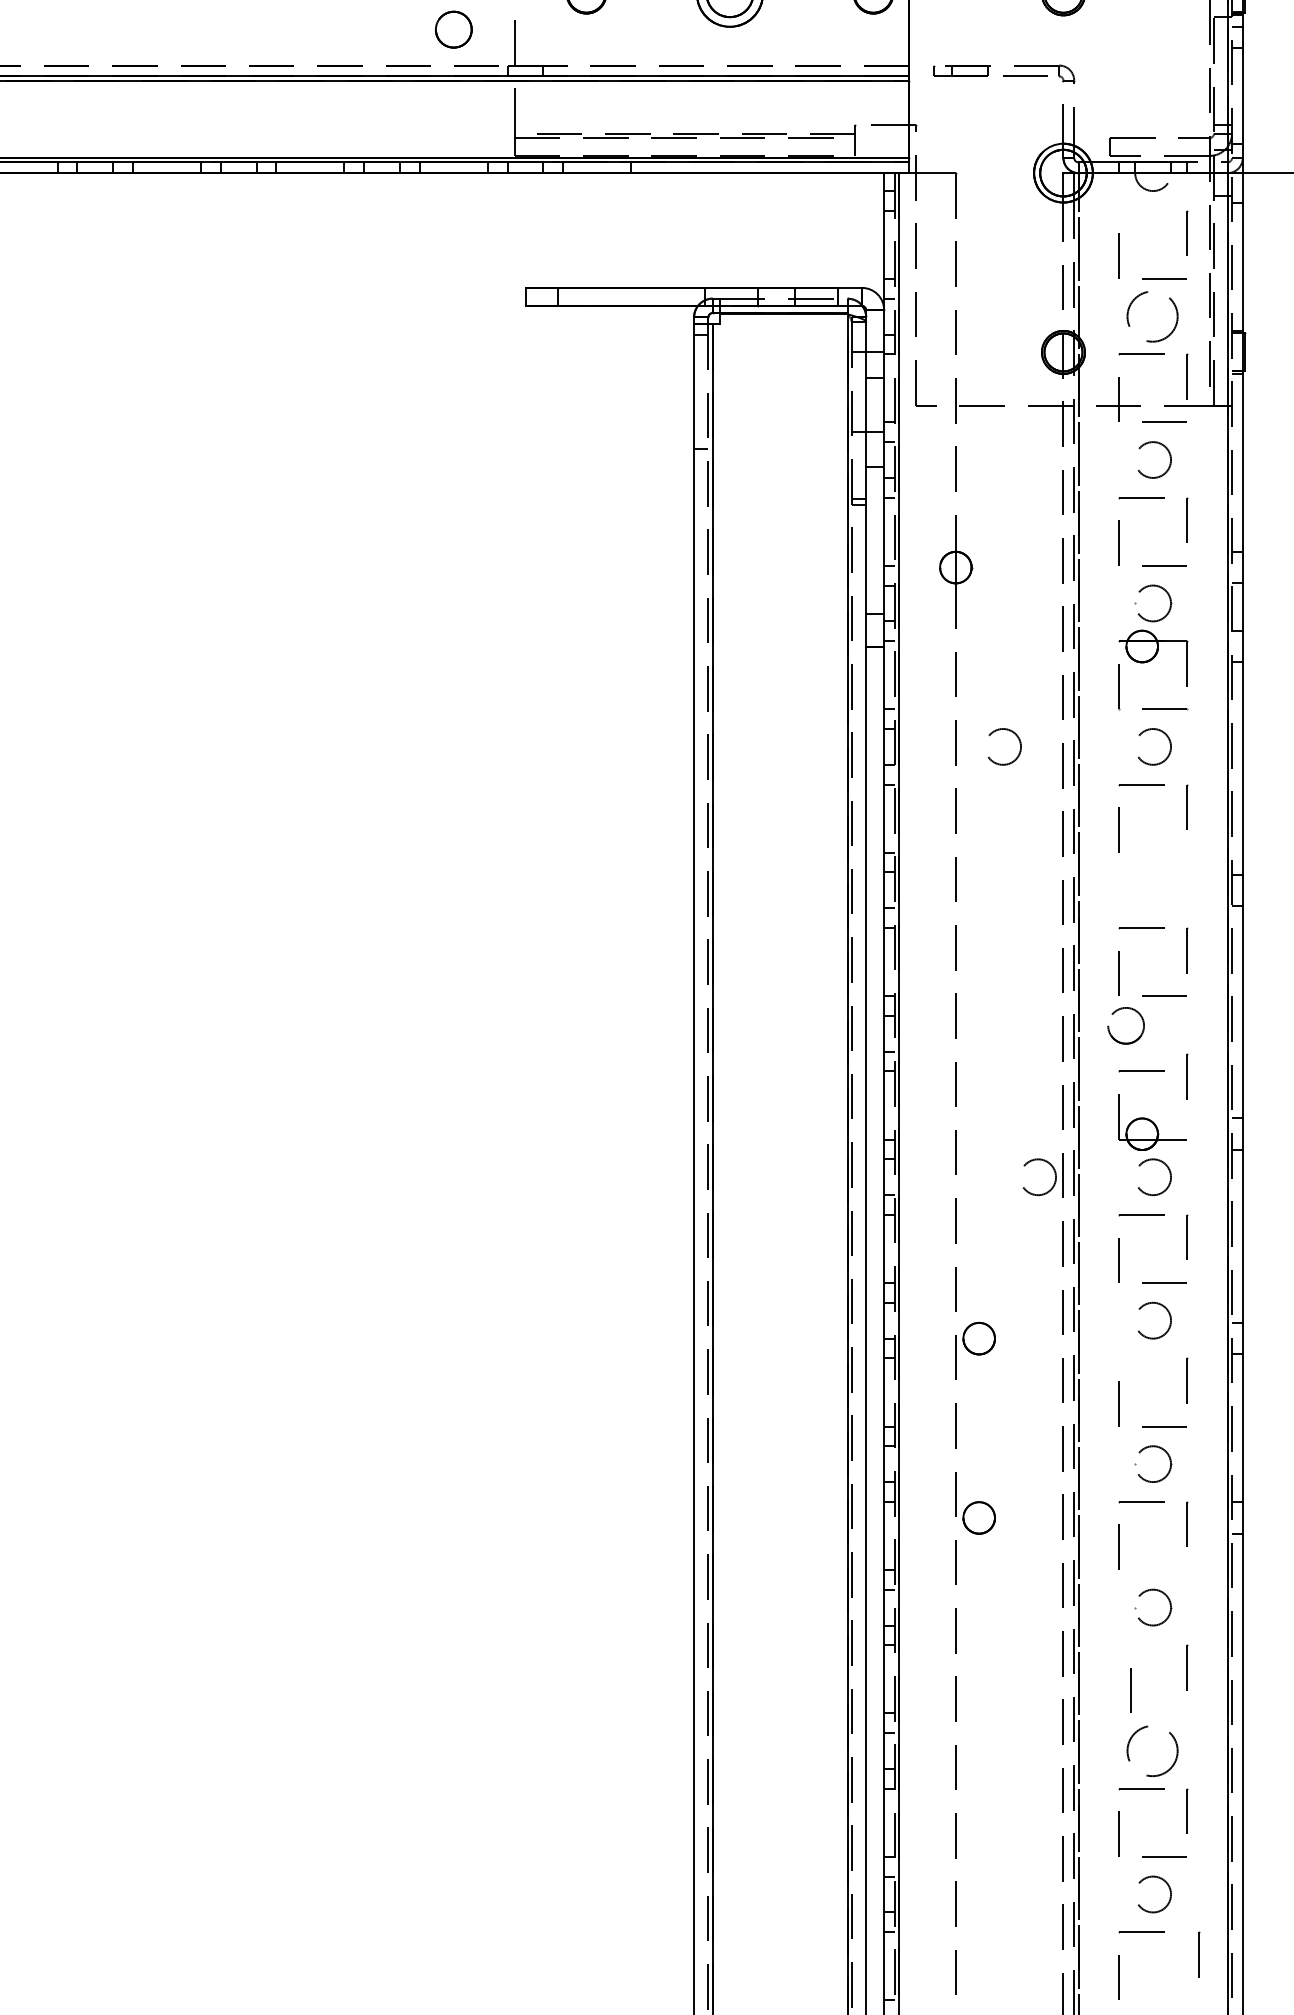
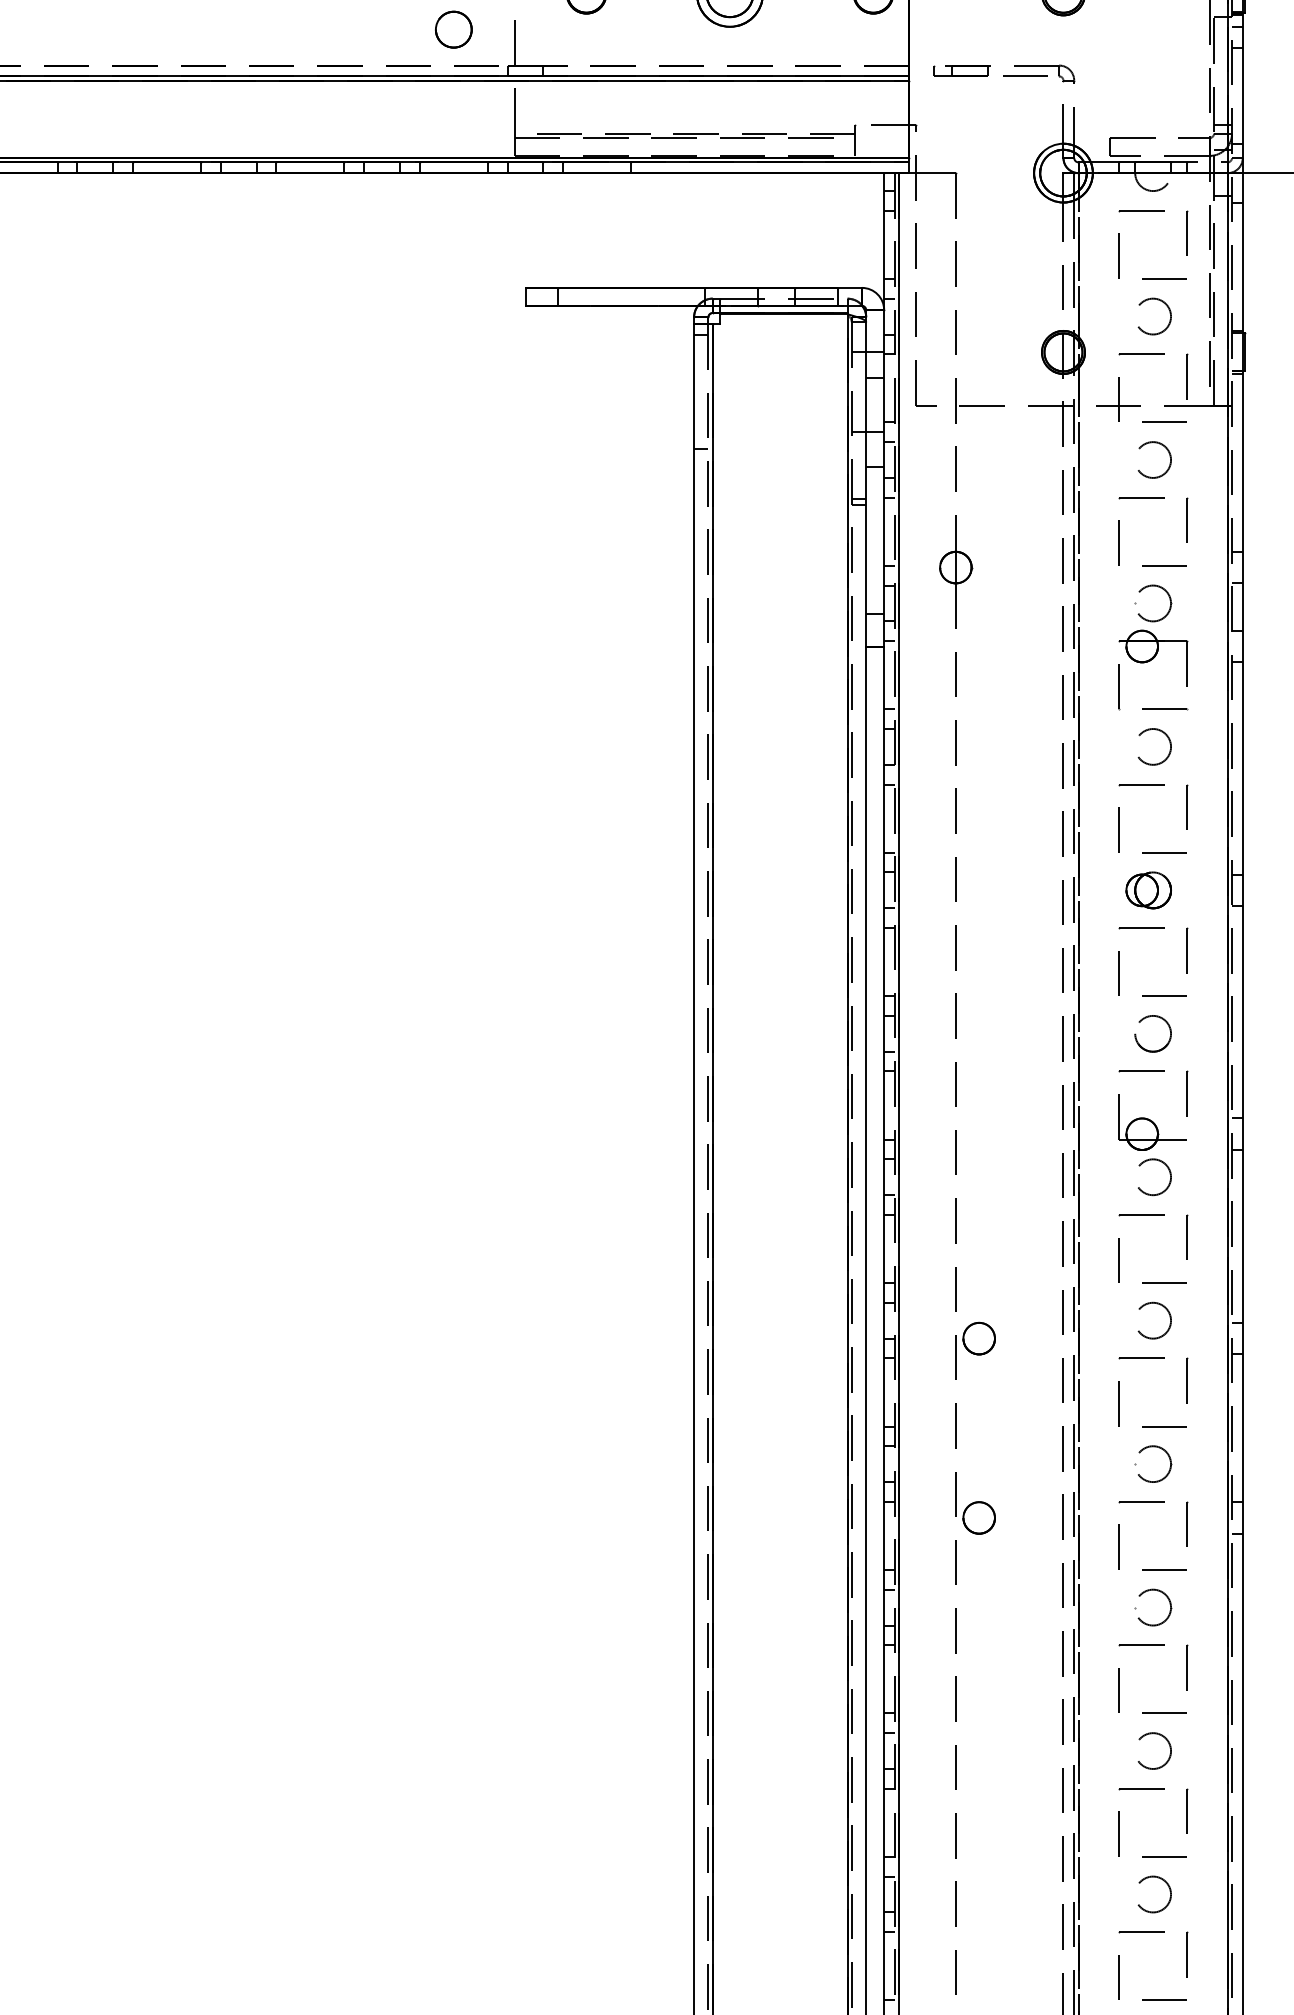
line at (1141, 211): none -> present
circle at (1152, 316) size: 53x52 px -> 35x39 px
circle at (1004, 746): present -> none
line at (1164, 852): none -> present
part at (1148, 890): none -> present
part at (1109, 1026) position: (1109, 1026) -> (1136, 1034)
line at (1187, 1076) position: (1187, 1076) -> (1187, 1093)
circle at (1039, 1177): present -> none
line at (1141, 1358): none -> present
line at (1164, 1569): none -> present
line at (1141, 1645): none -> present
line at (1130, 1690) position: (1130, 1690) -> (1118, 1690)
line at (1164, 1712): none -> present
circle at (1152, 1751) size: 53x53 px -> 35x38 px
line at (1199, 1954) position: (1199, 1954) -> (1187, 1954)
line at (1164, 1999): none -> present
